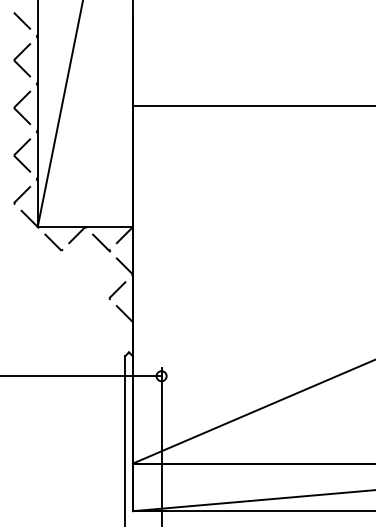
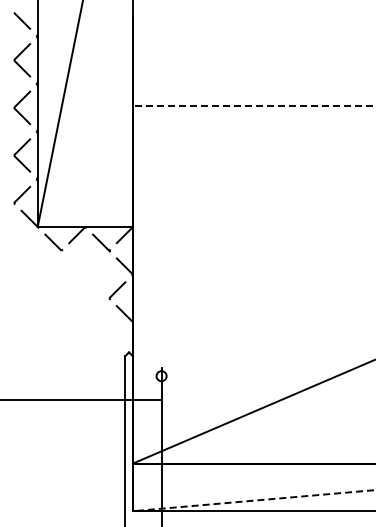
line at (253, 106): solid -> dashed
line at (81, 376) position: (81, 376) -> (81, 400)
line at (253, 500): solid -> dashed
